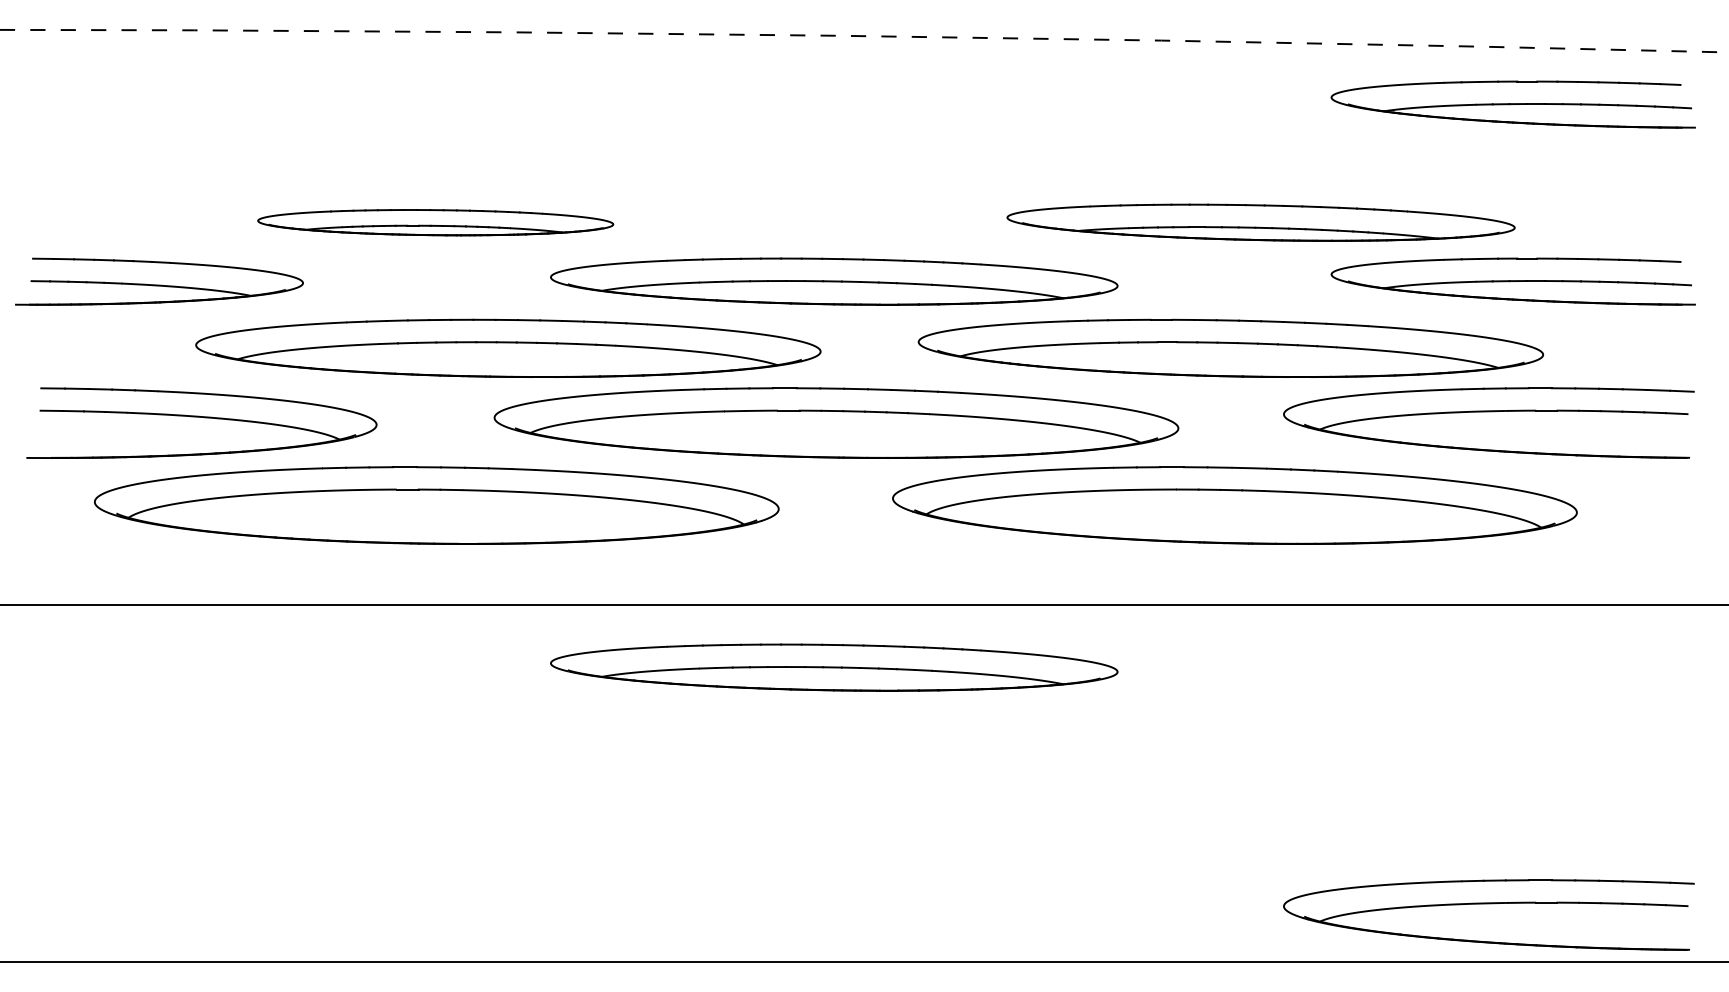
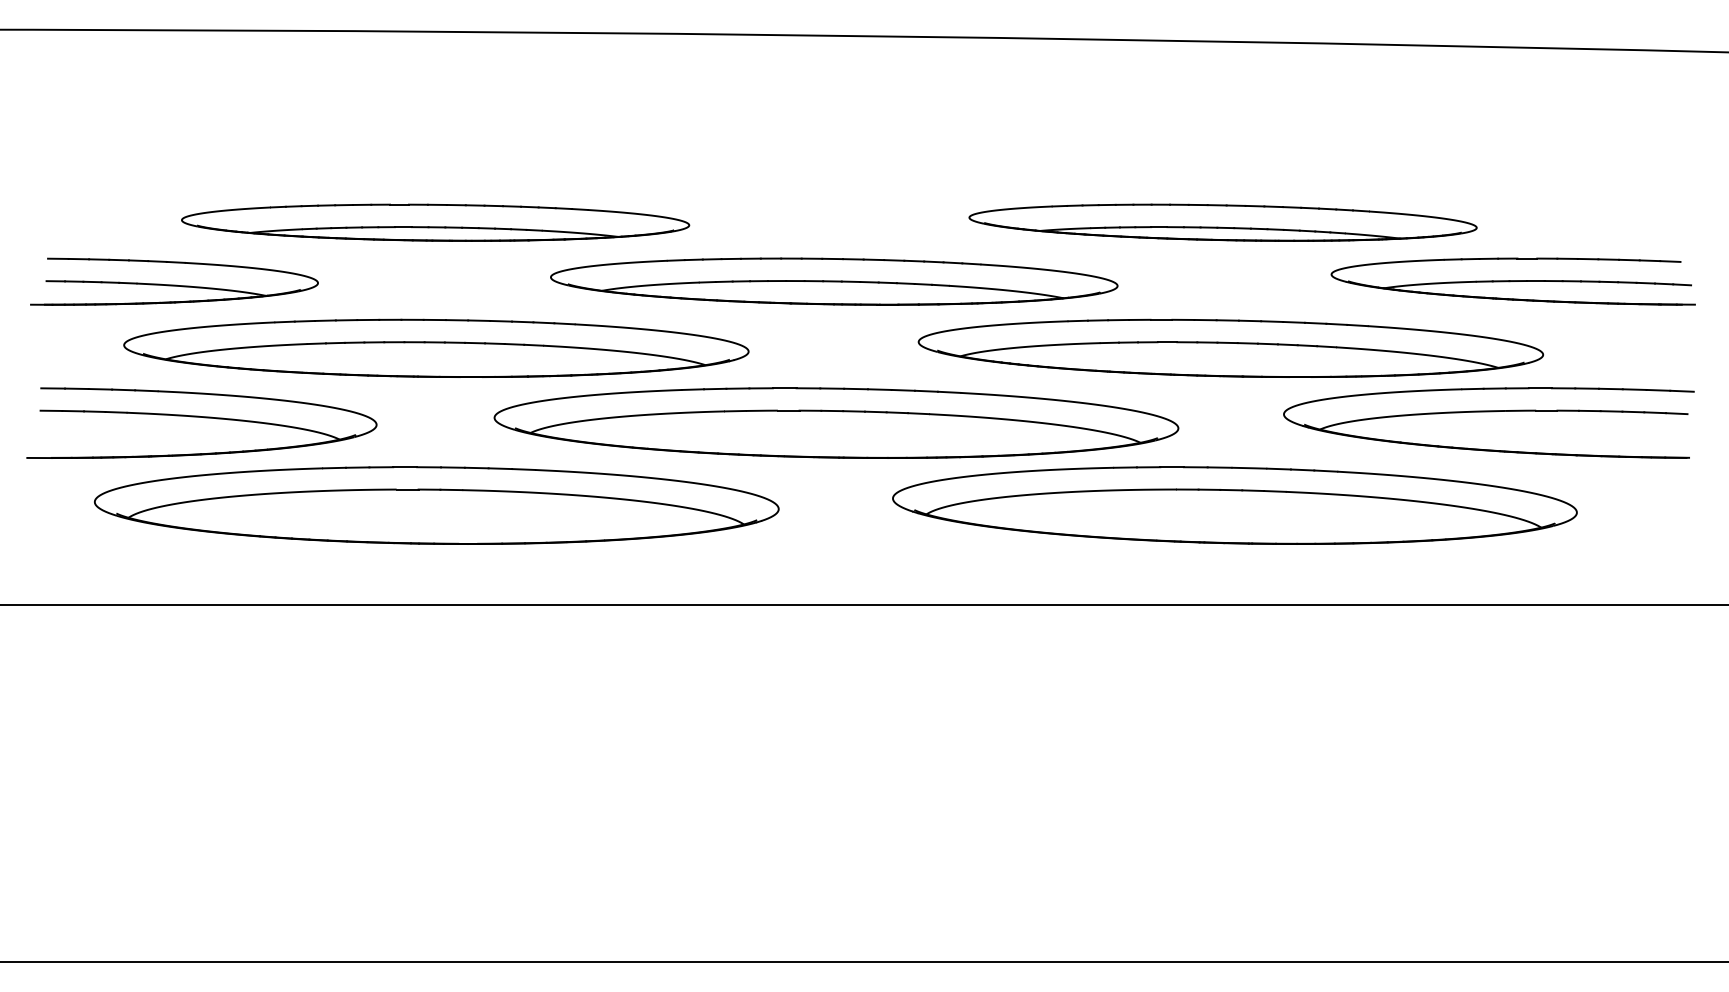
arc at (864, 36): dashed -> solid
part at (1512, 104): present -> none
part at (435, 222) size: 358x28 px -> 510x39 px
part at (1260, 222) position: (1260, 222) -> (1222, 222)
part at (159, 281) position: (159, 281) -> (174, 281)
part at (508, 347) position: (508, 347) -> (436, 347)
part at (834, 667): present -> none
part at (1488, 904): present -> none
